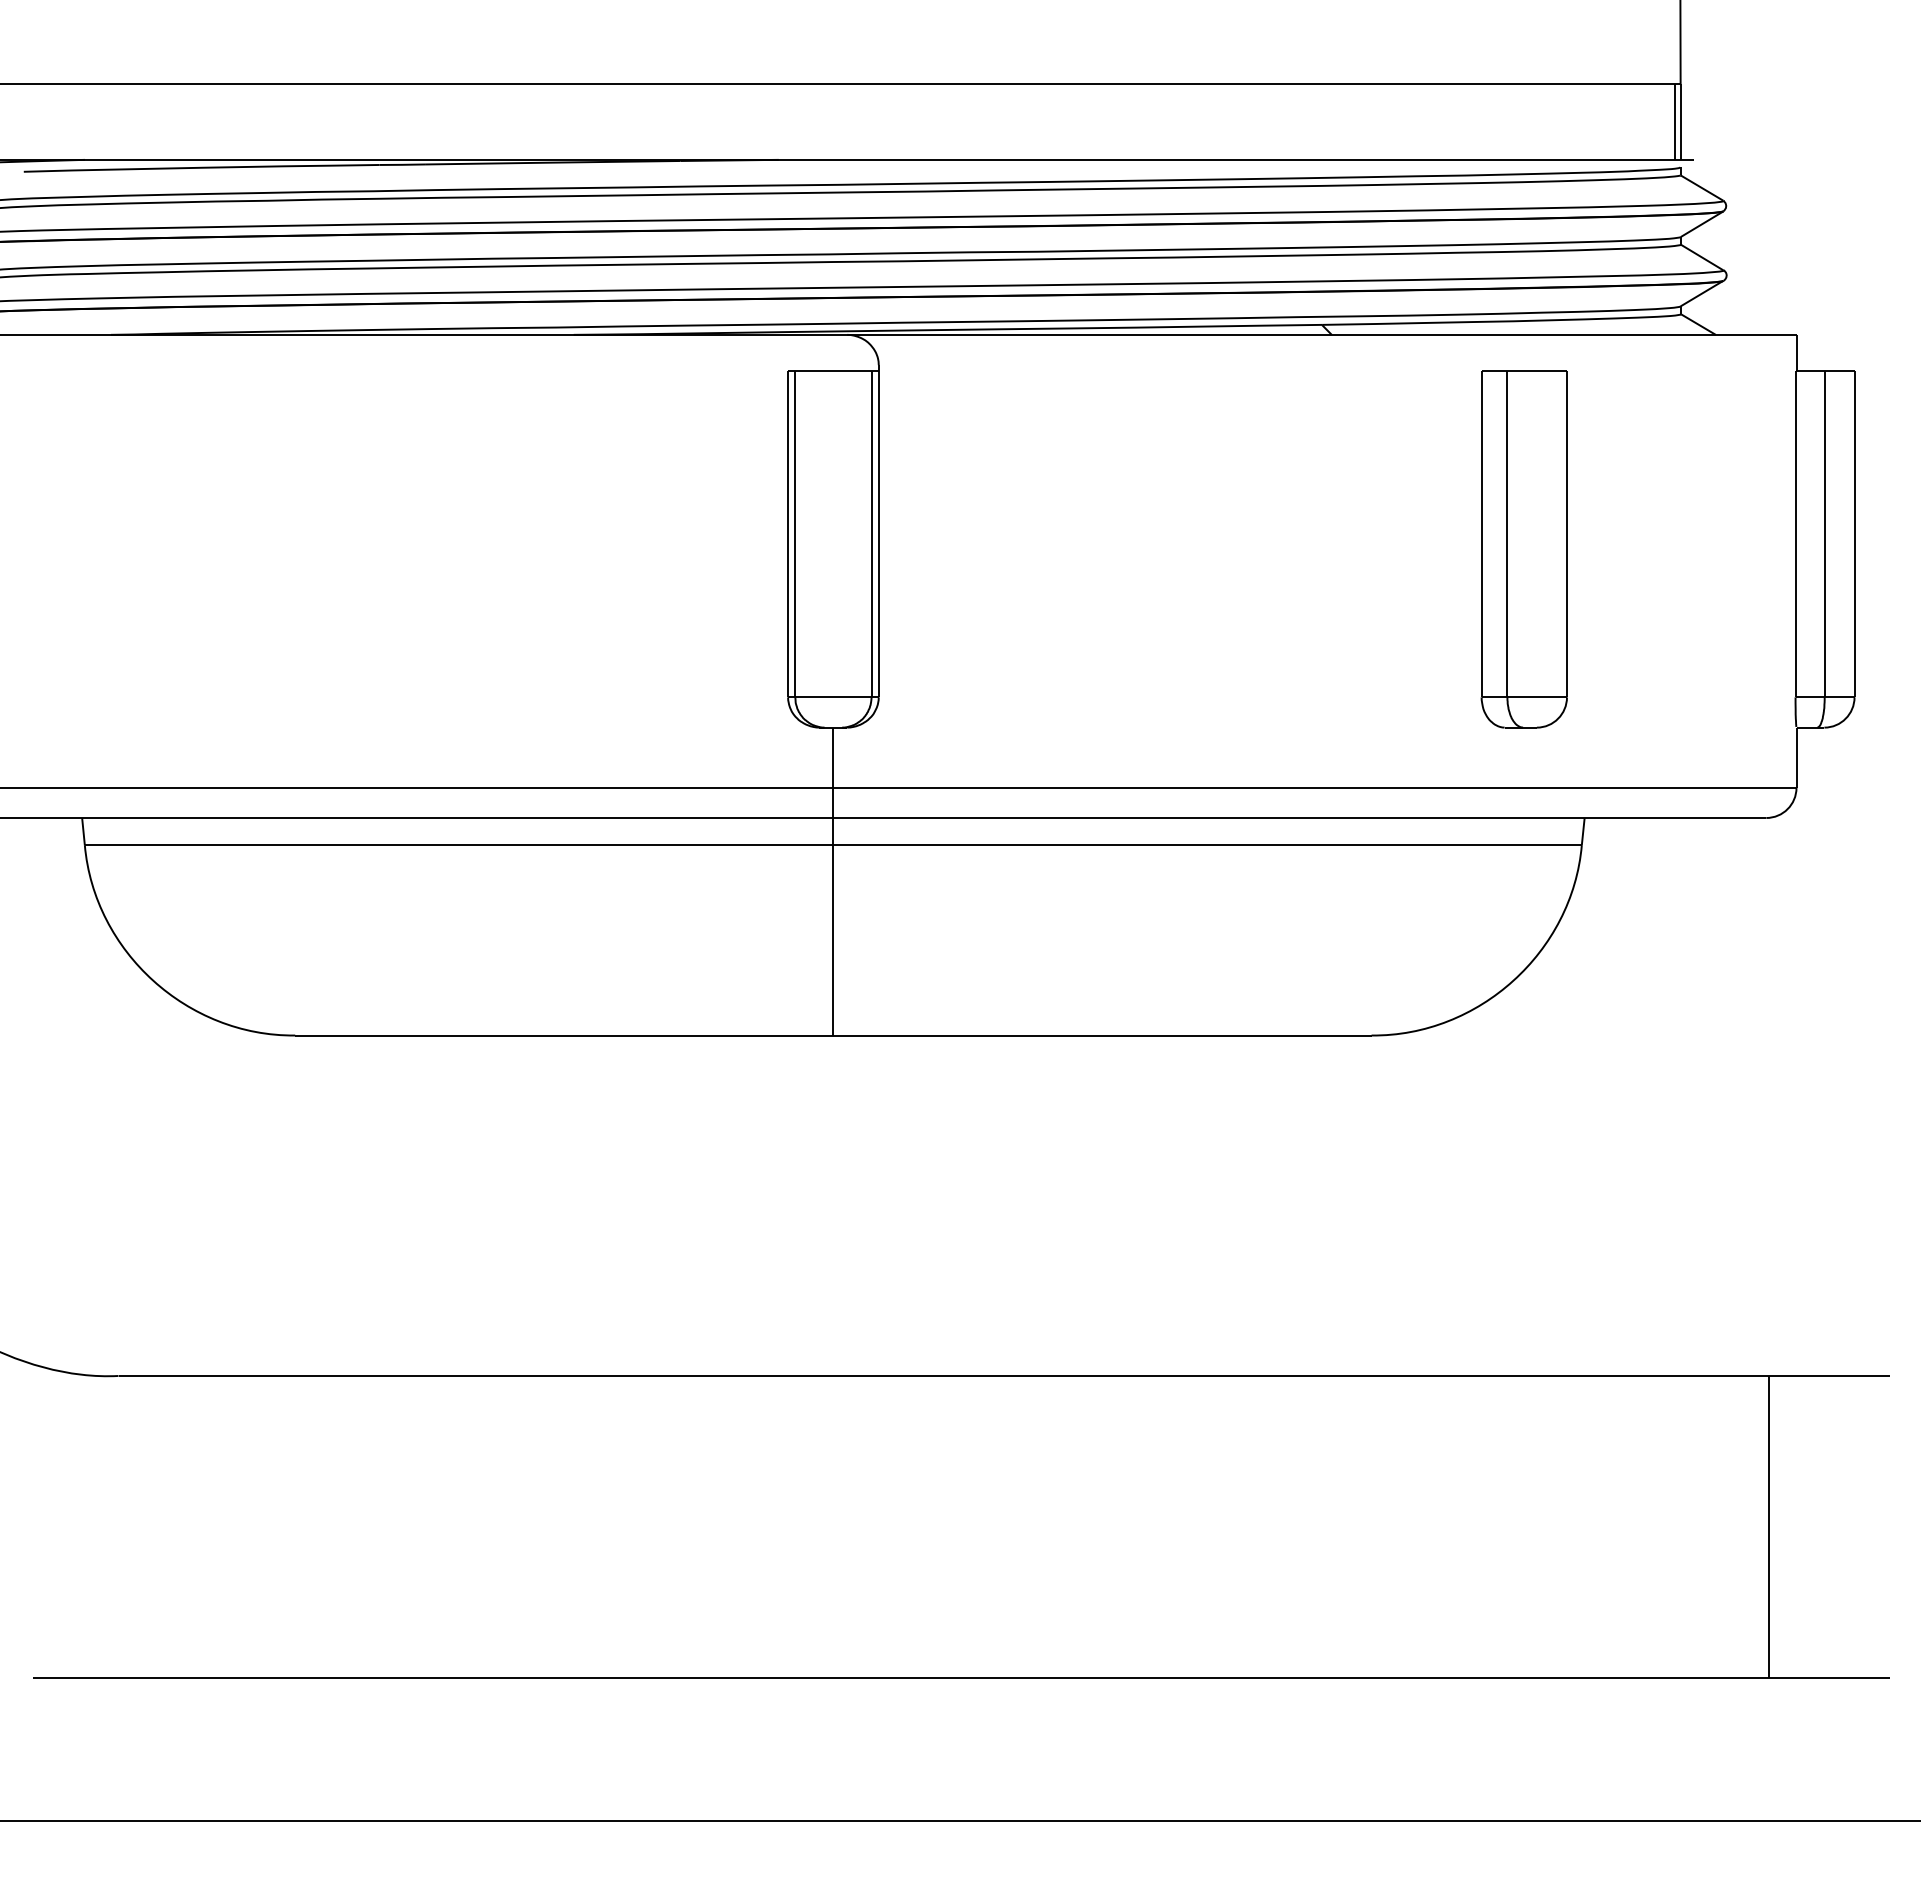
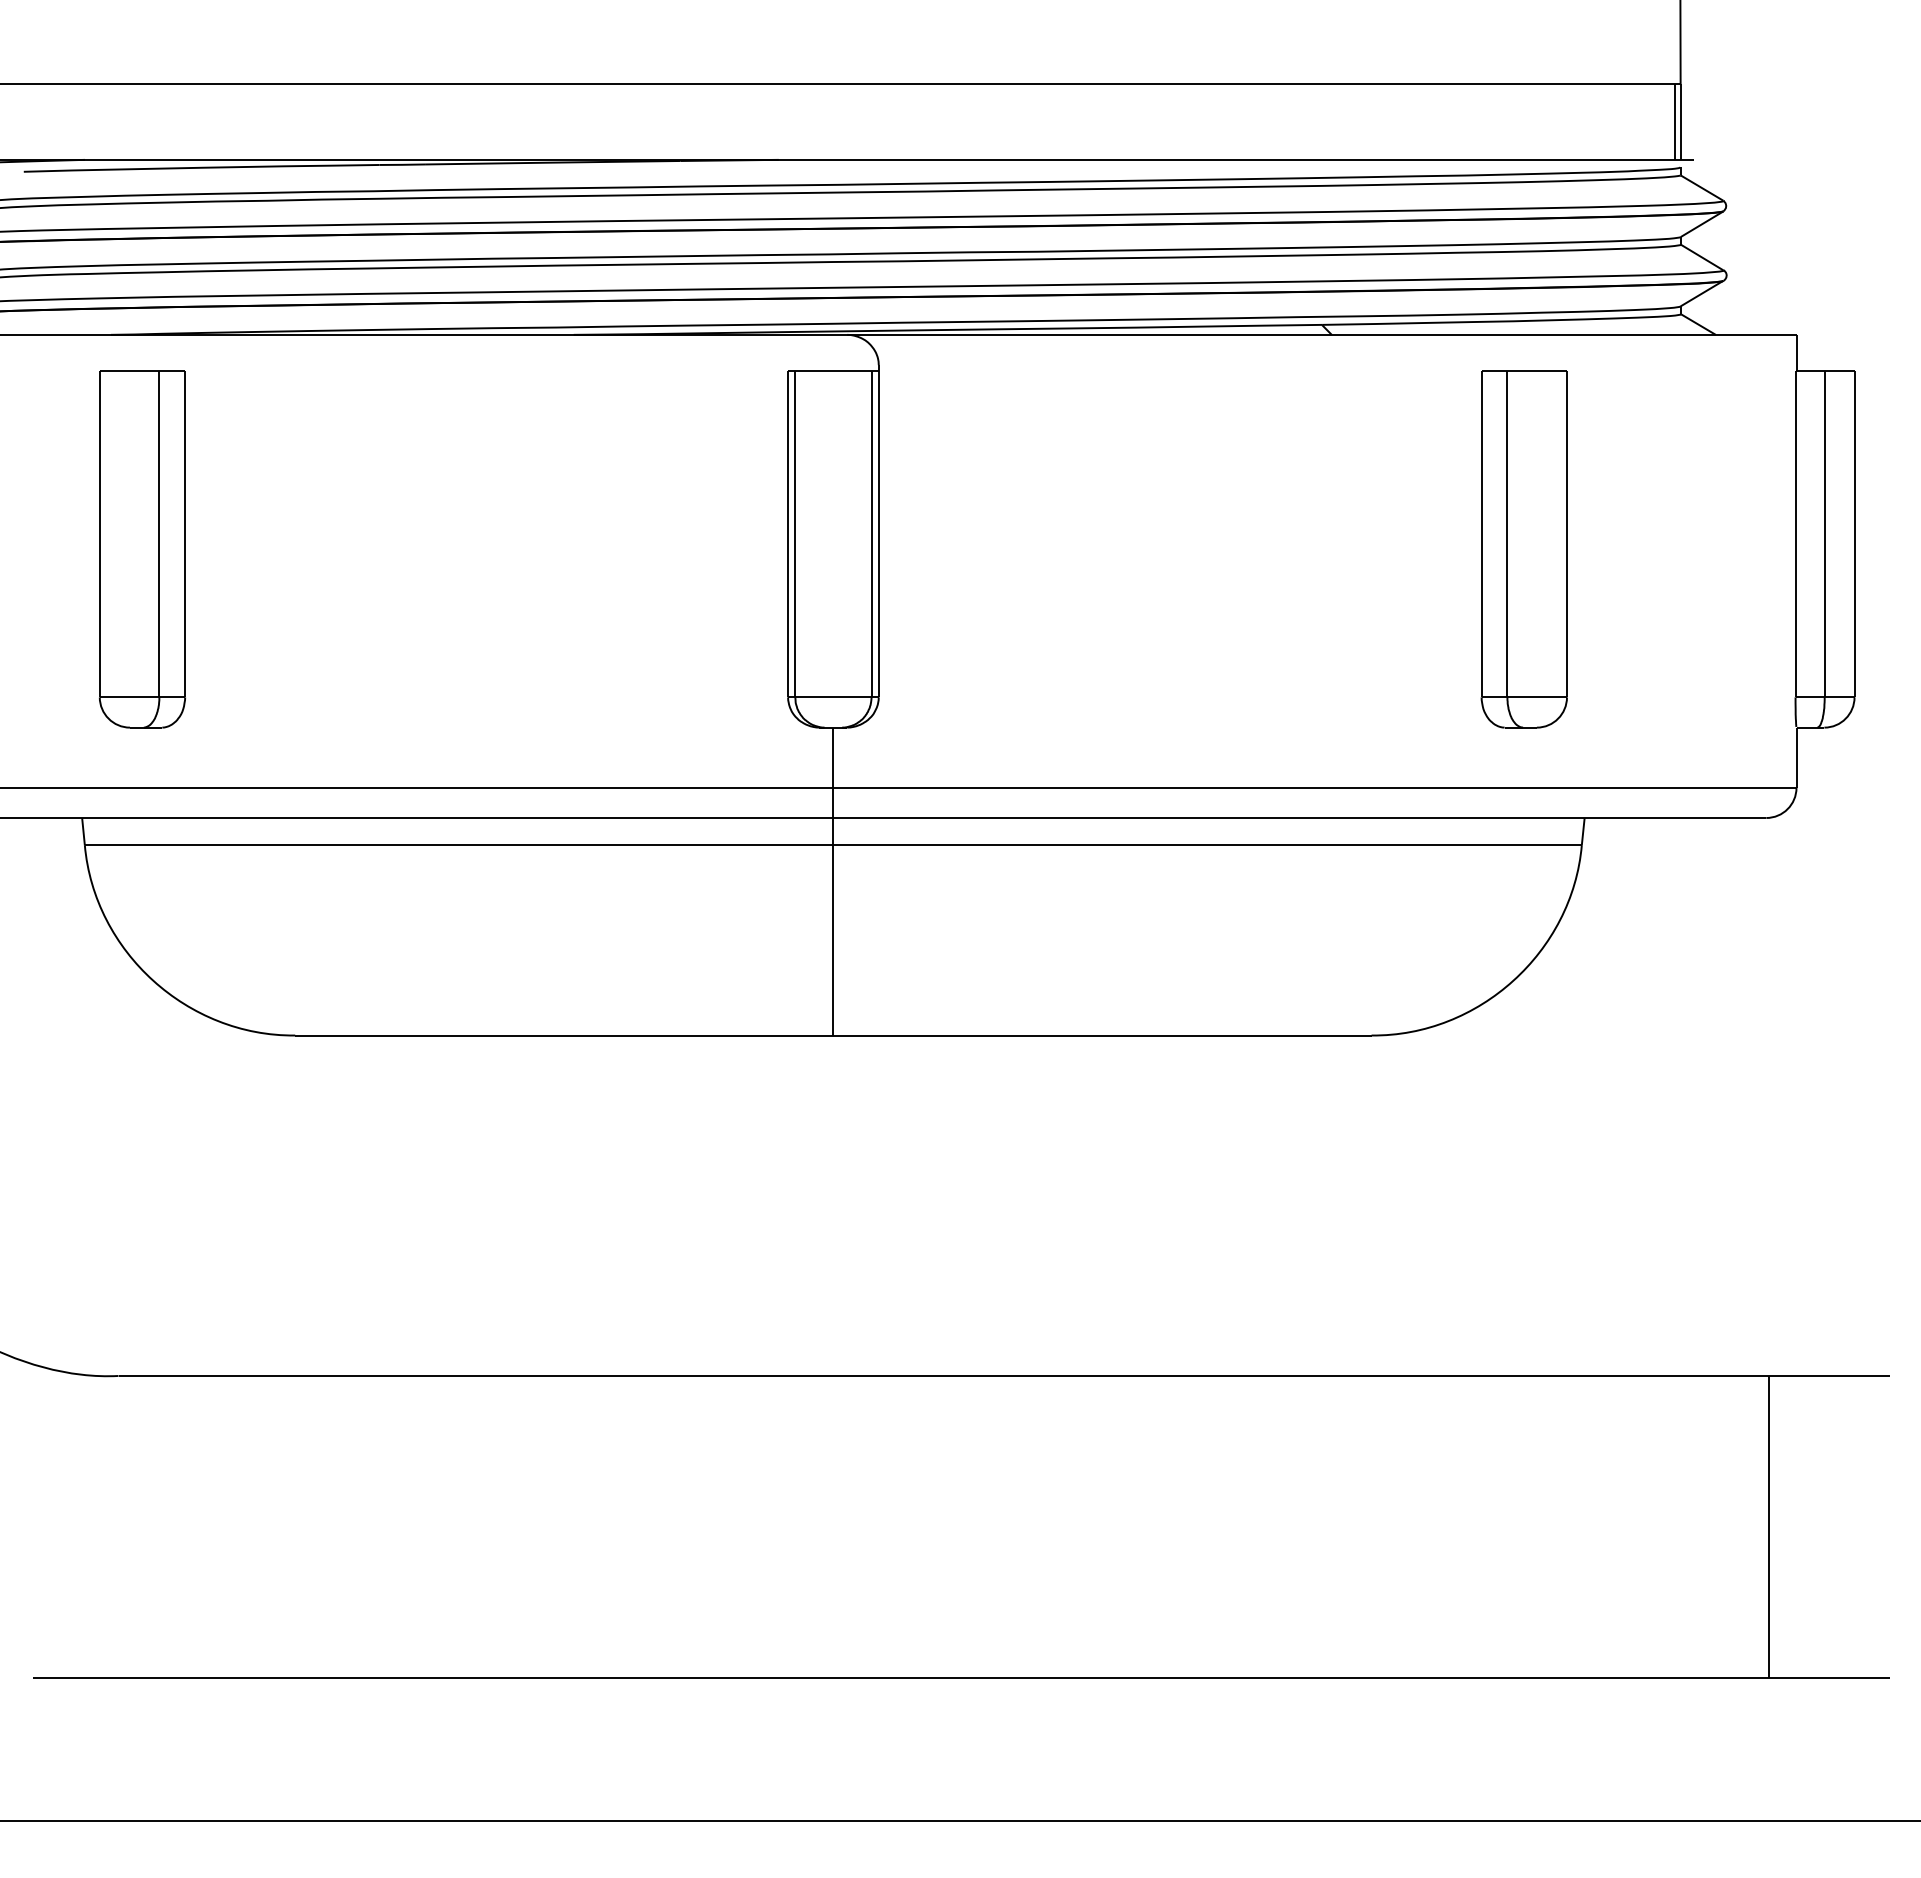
part at (142, 549): none -> present
